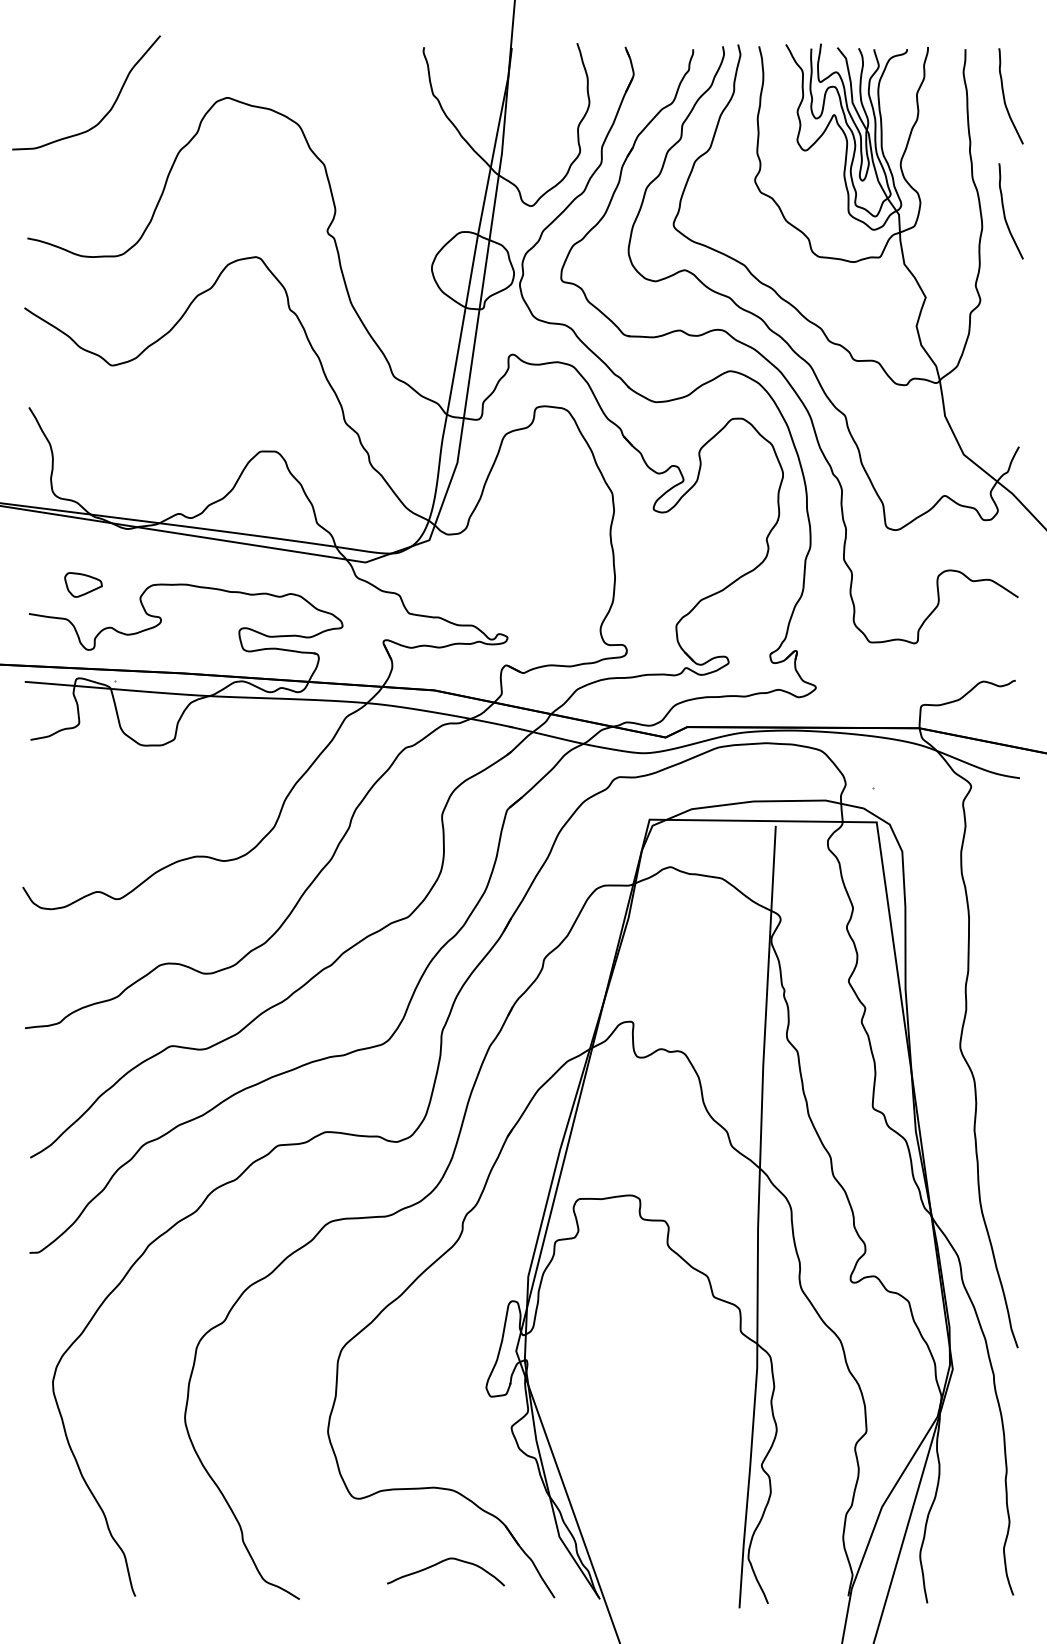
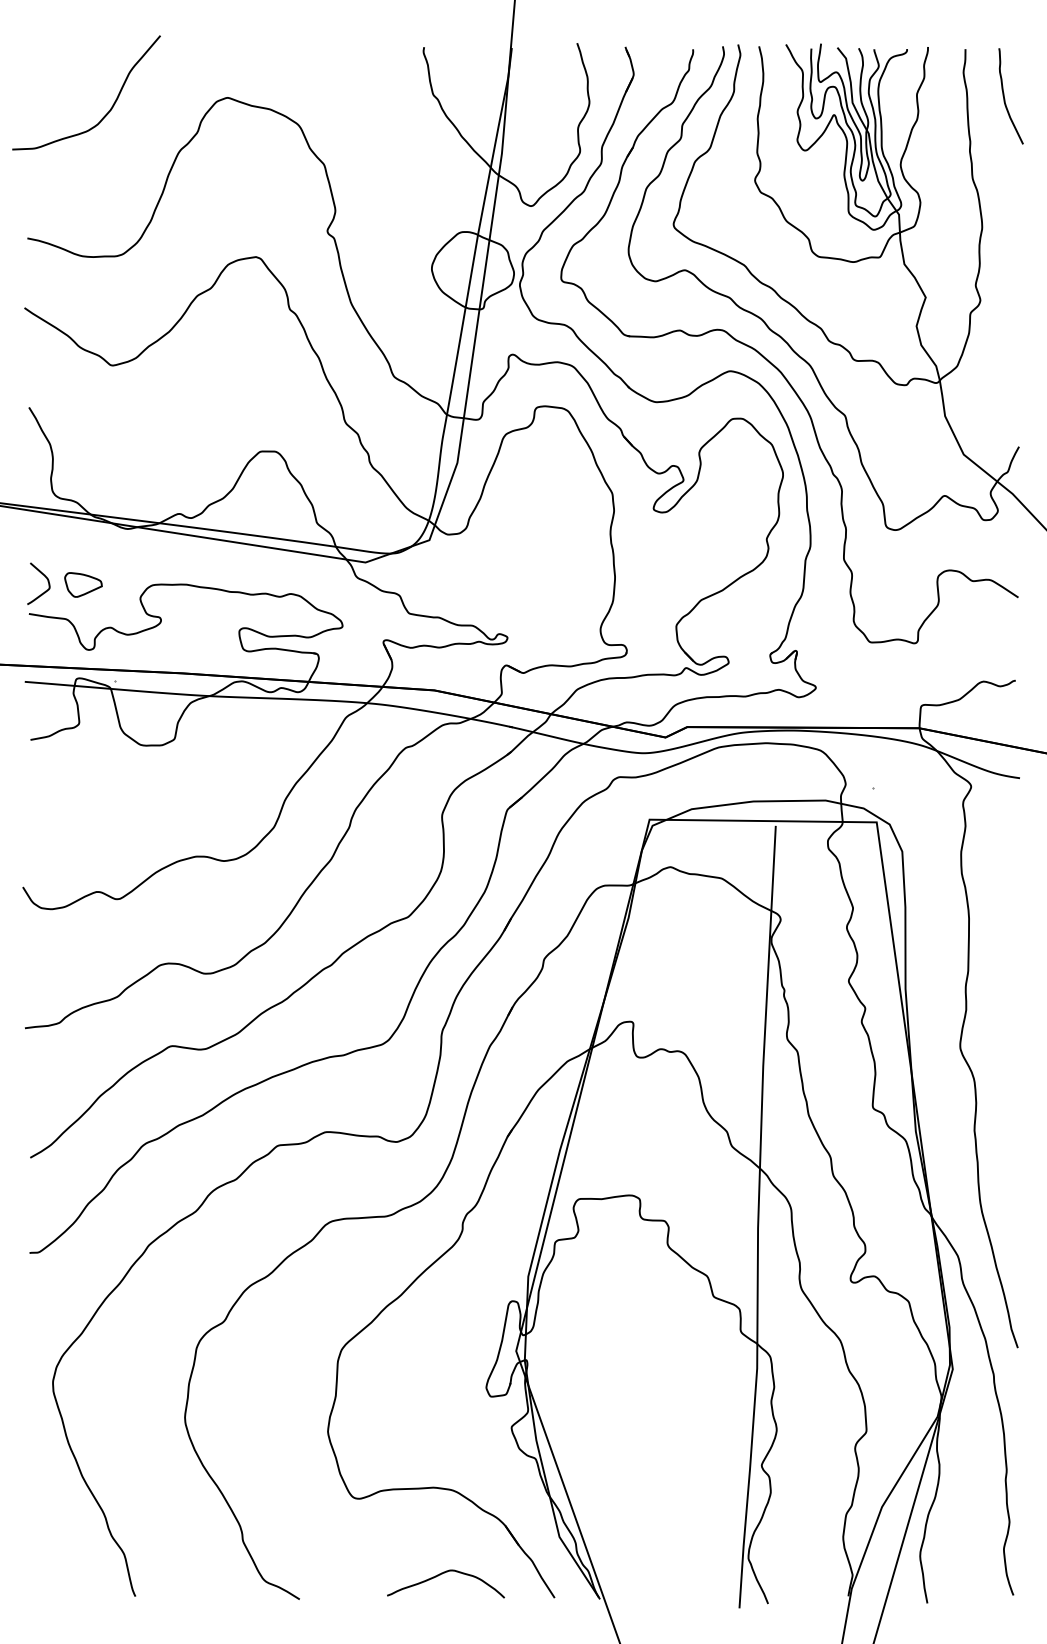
curve at (1005, 213): present -> none
curve at (46, 579): none -> present
curve at (440, 1563) position: (440, 1563) -> (440, 1575)
